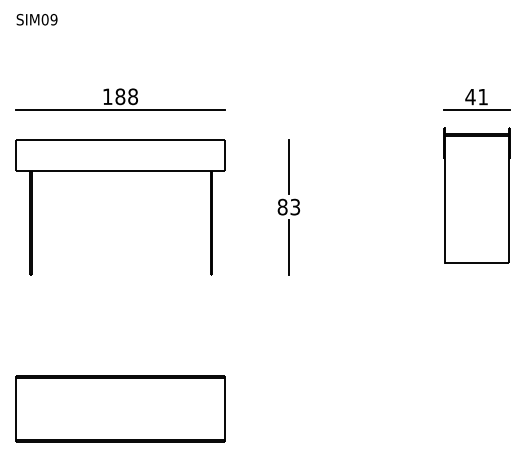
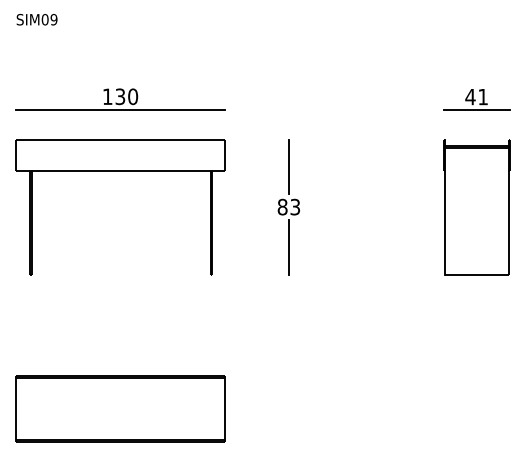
text at (126, 96): 188 -> 130
part at (476, 195) position: (476, 195) -> (476, 207)
